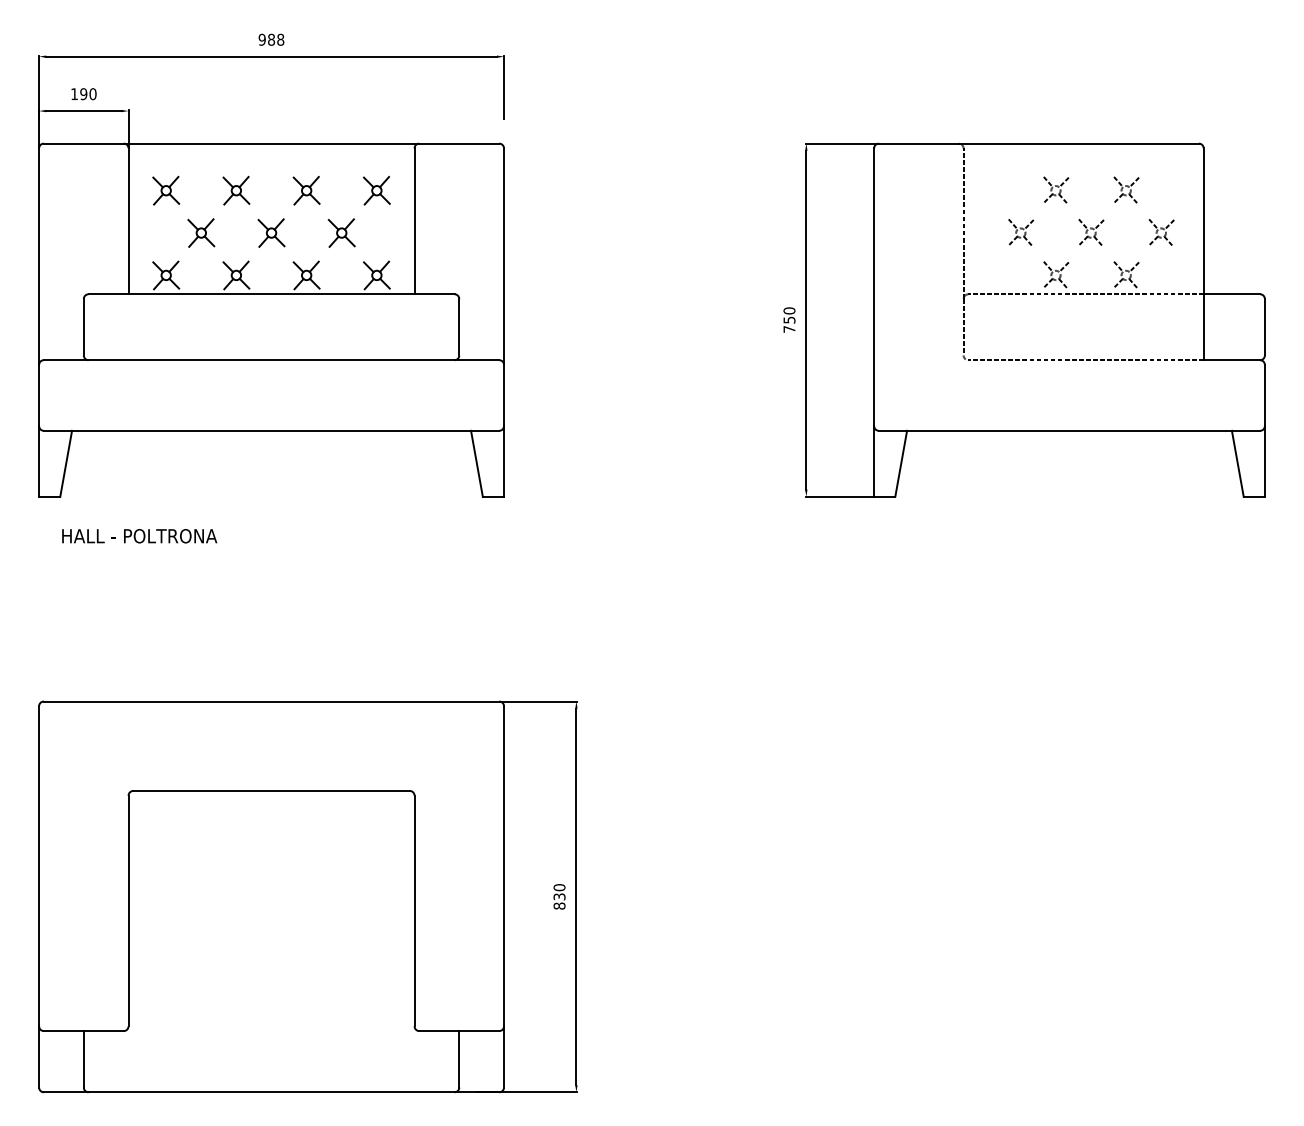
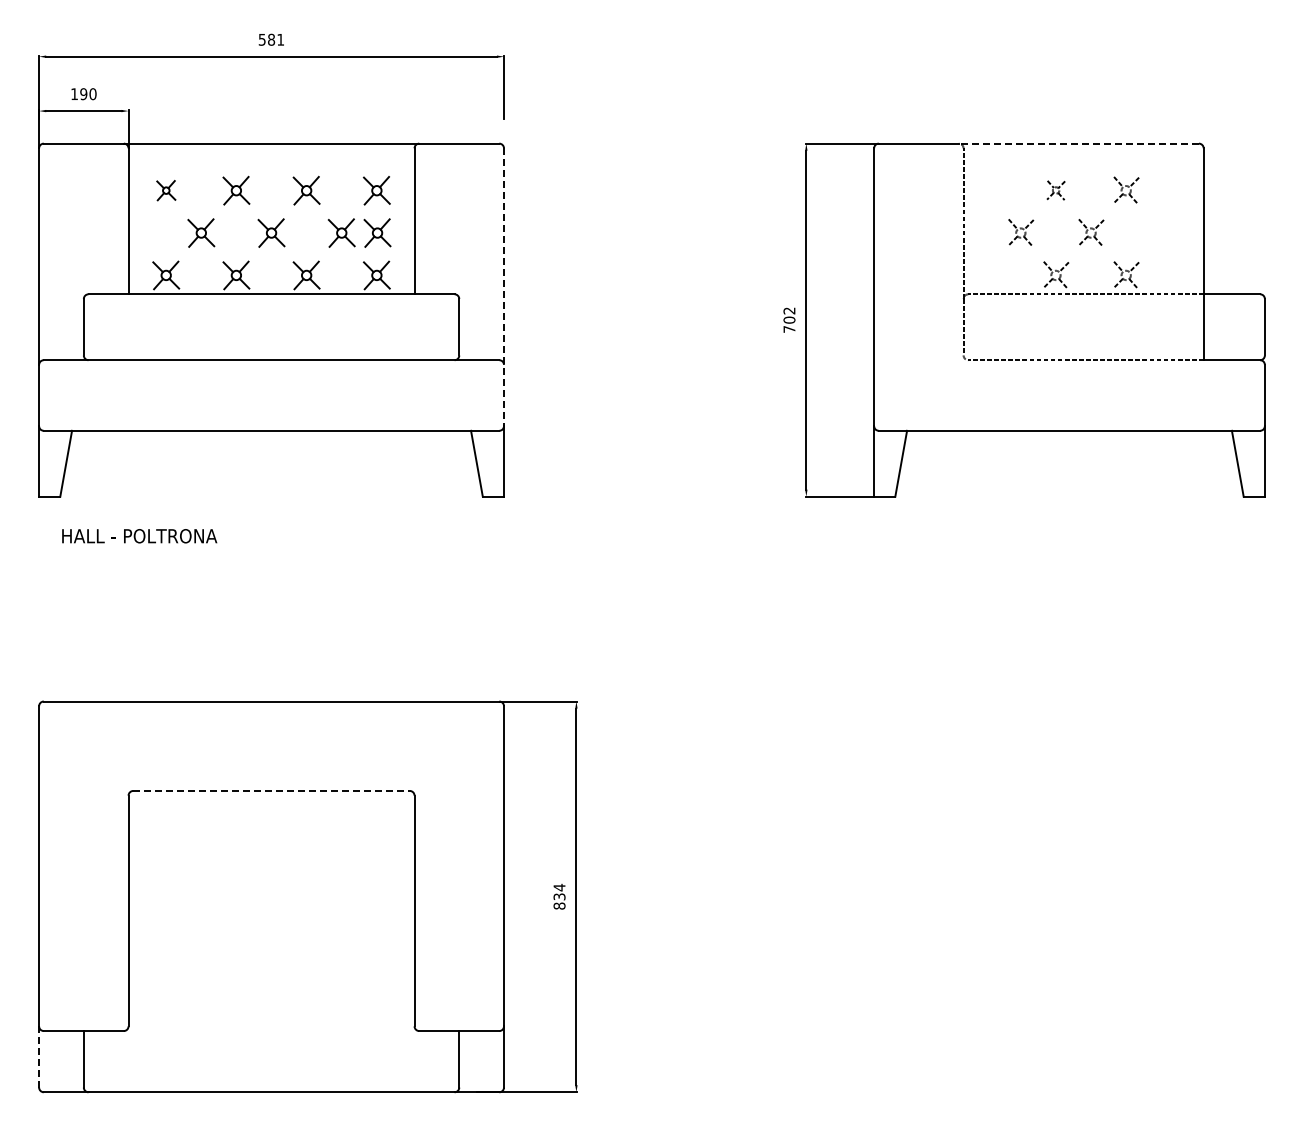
text at (271, 39): 988 -> 581
line at (1078, 143): solid -> dashed
part at (1056, 189) size: 27x28 px -> 20x21 px
part at (166, 190) size: 29x31 px -> 21x22 px
part at (377, 232): none -> present
part at (1161, 232): present -> none
line at (504, 287): solid -> dashed
text at (789, 315): 750 -> 702
line at (272, 790): solid -> dashed
text at (559, 887): 830 -> 834
line at (39, 1056): solid -> dashed
